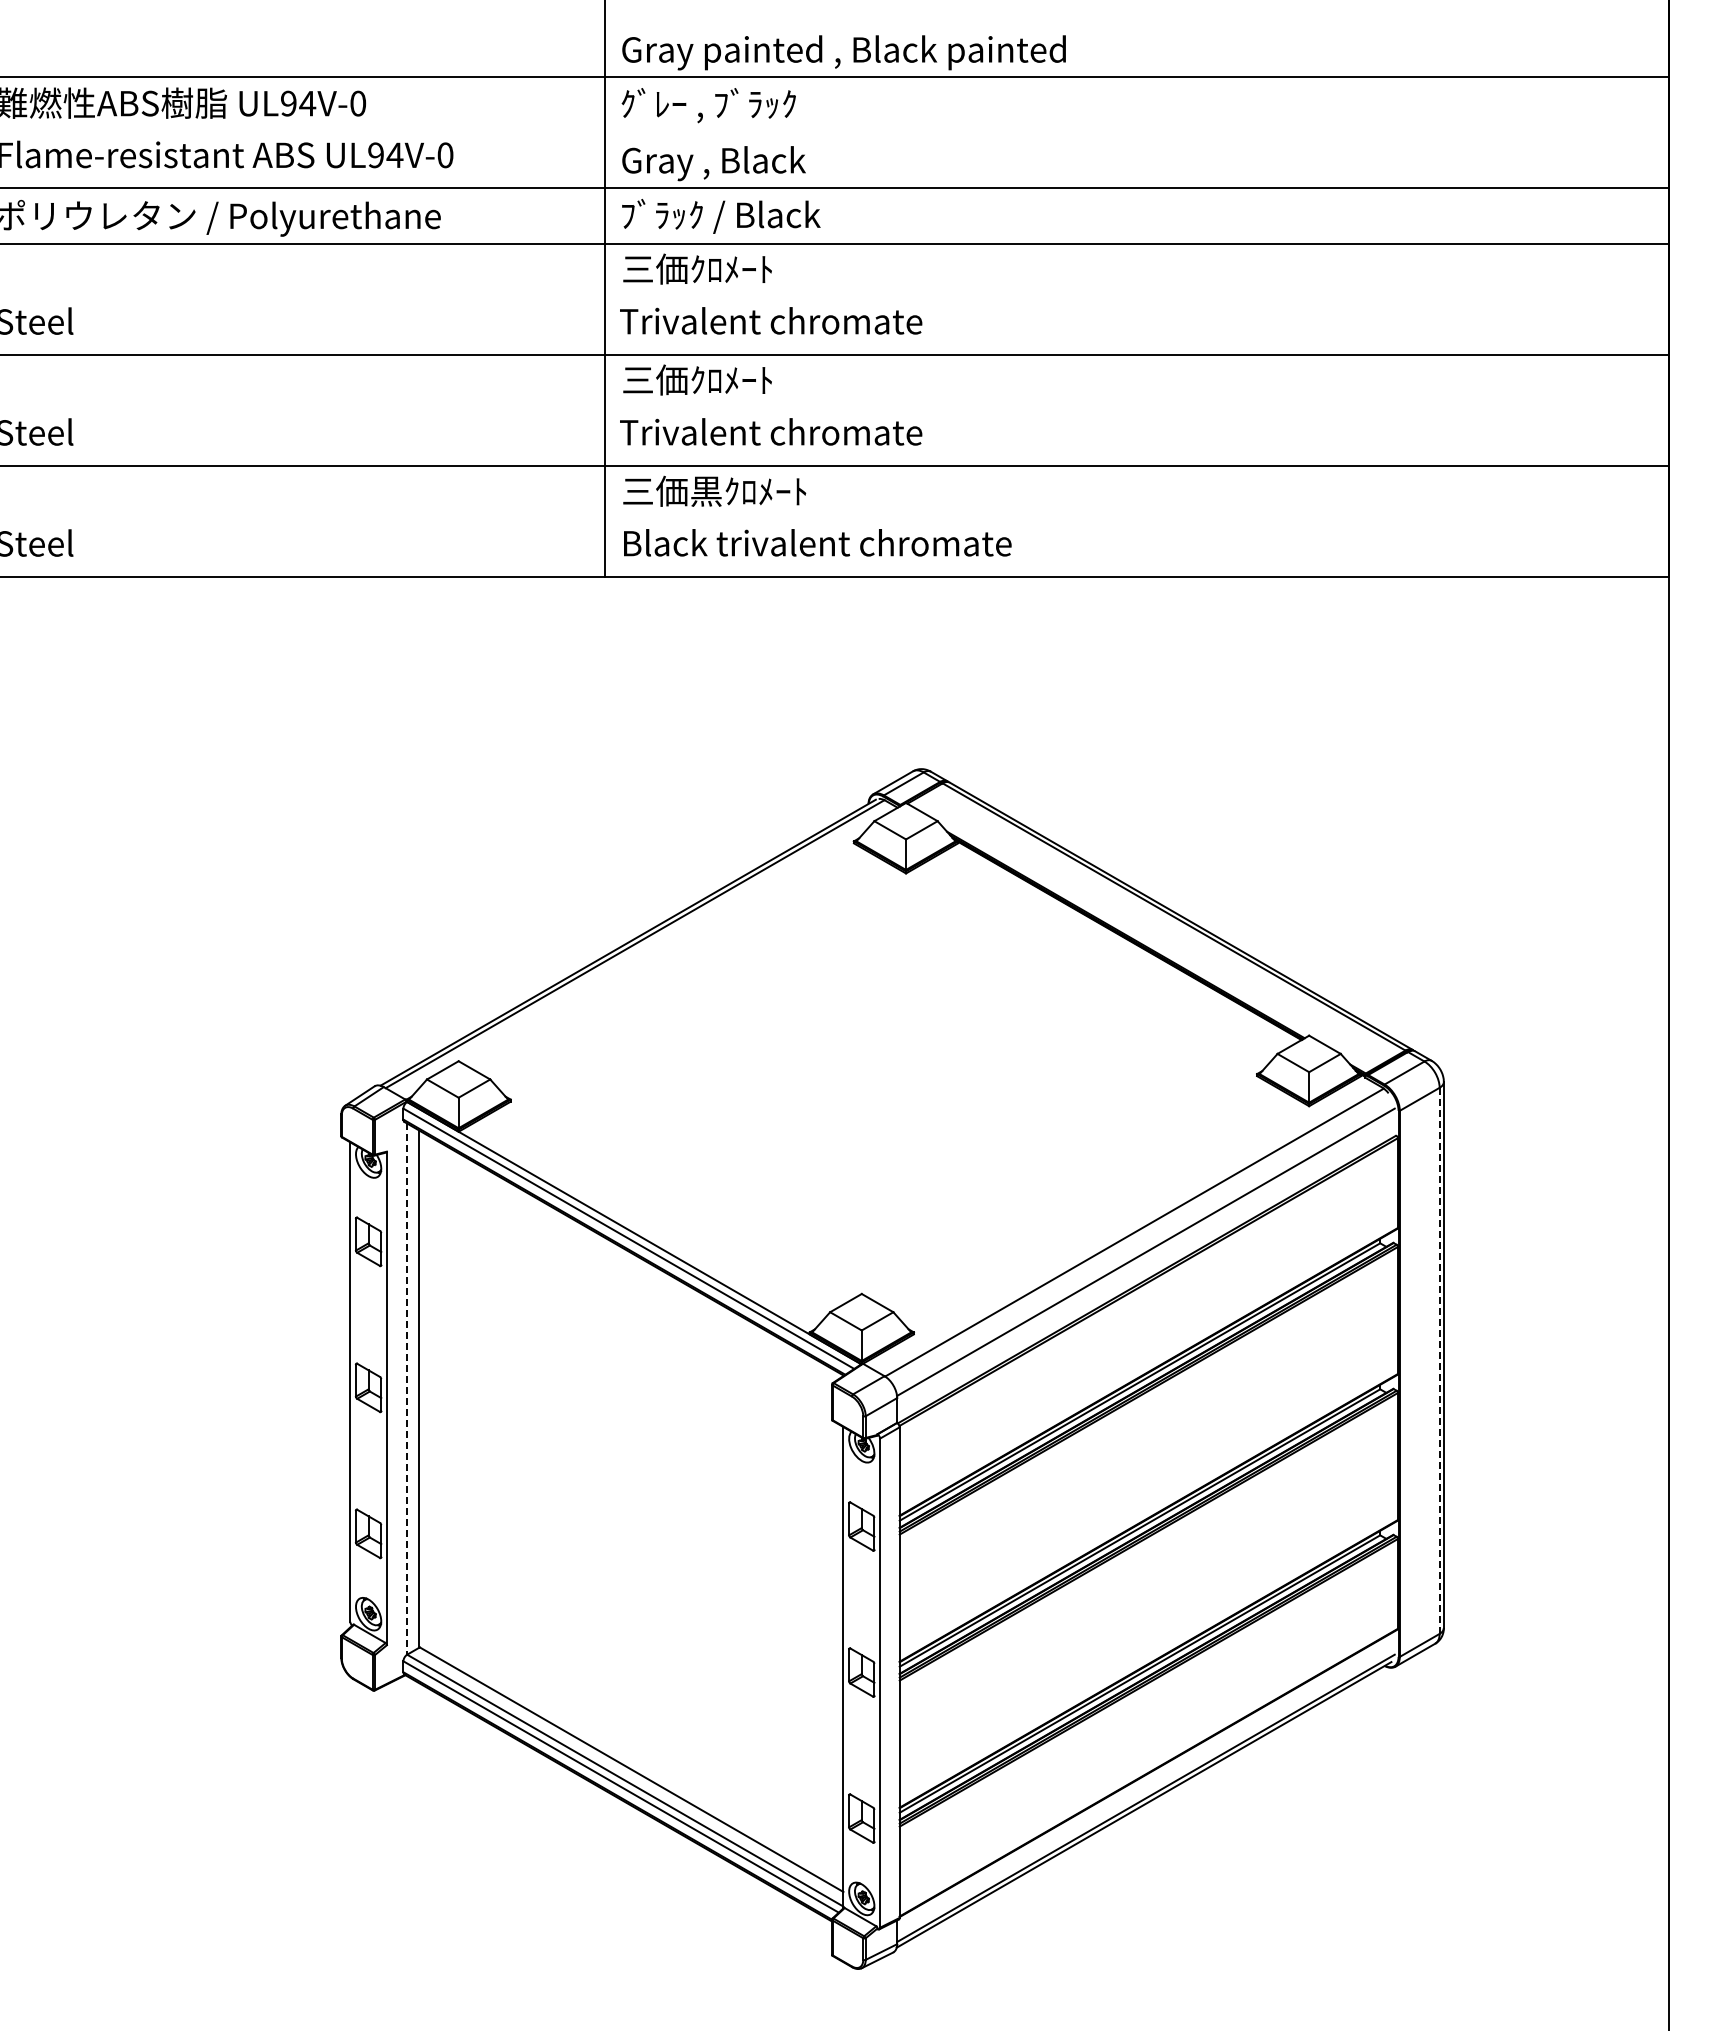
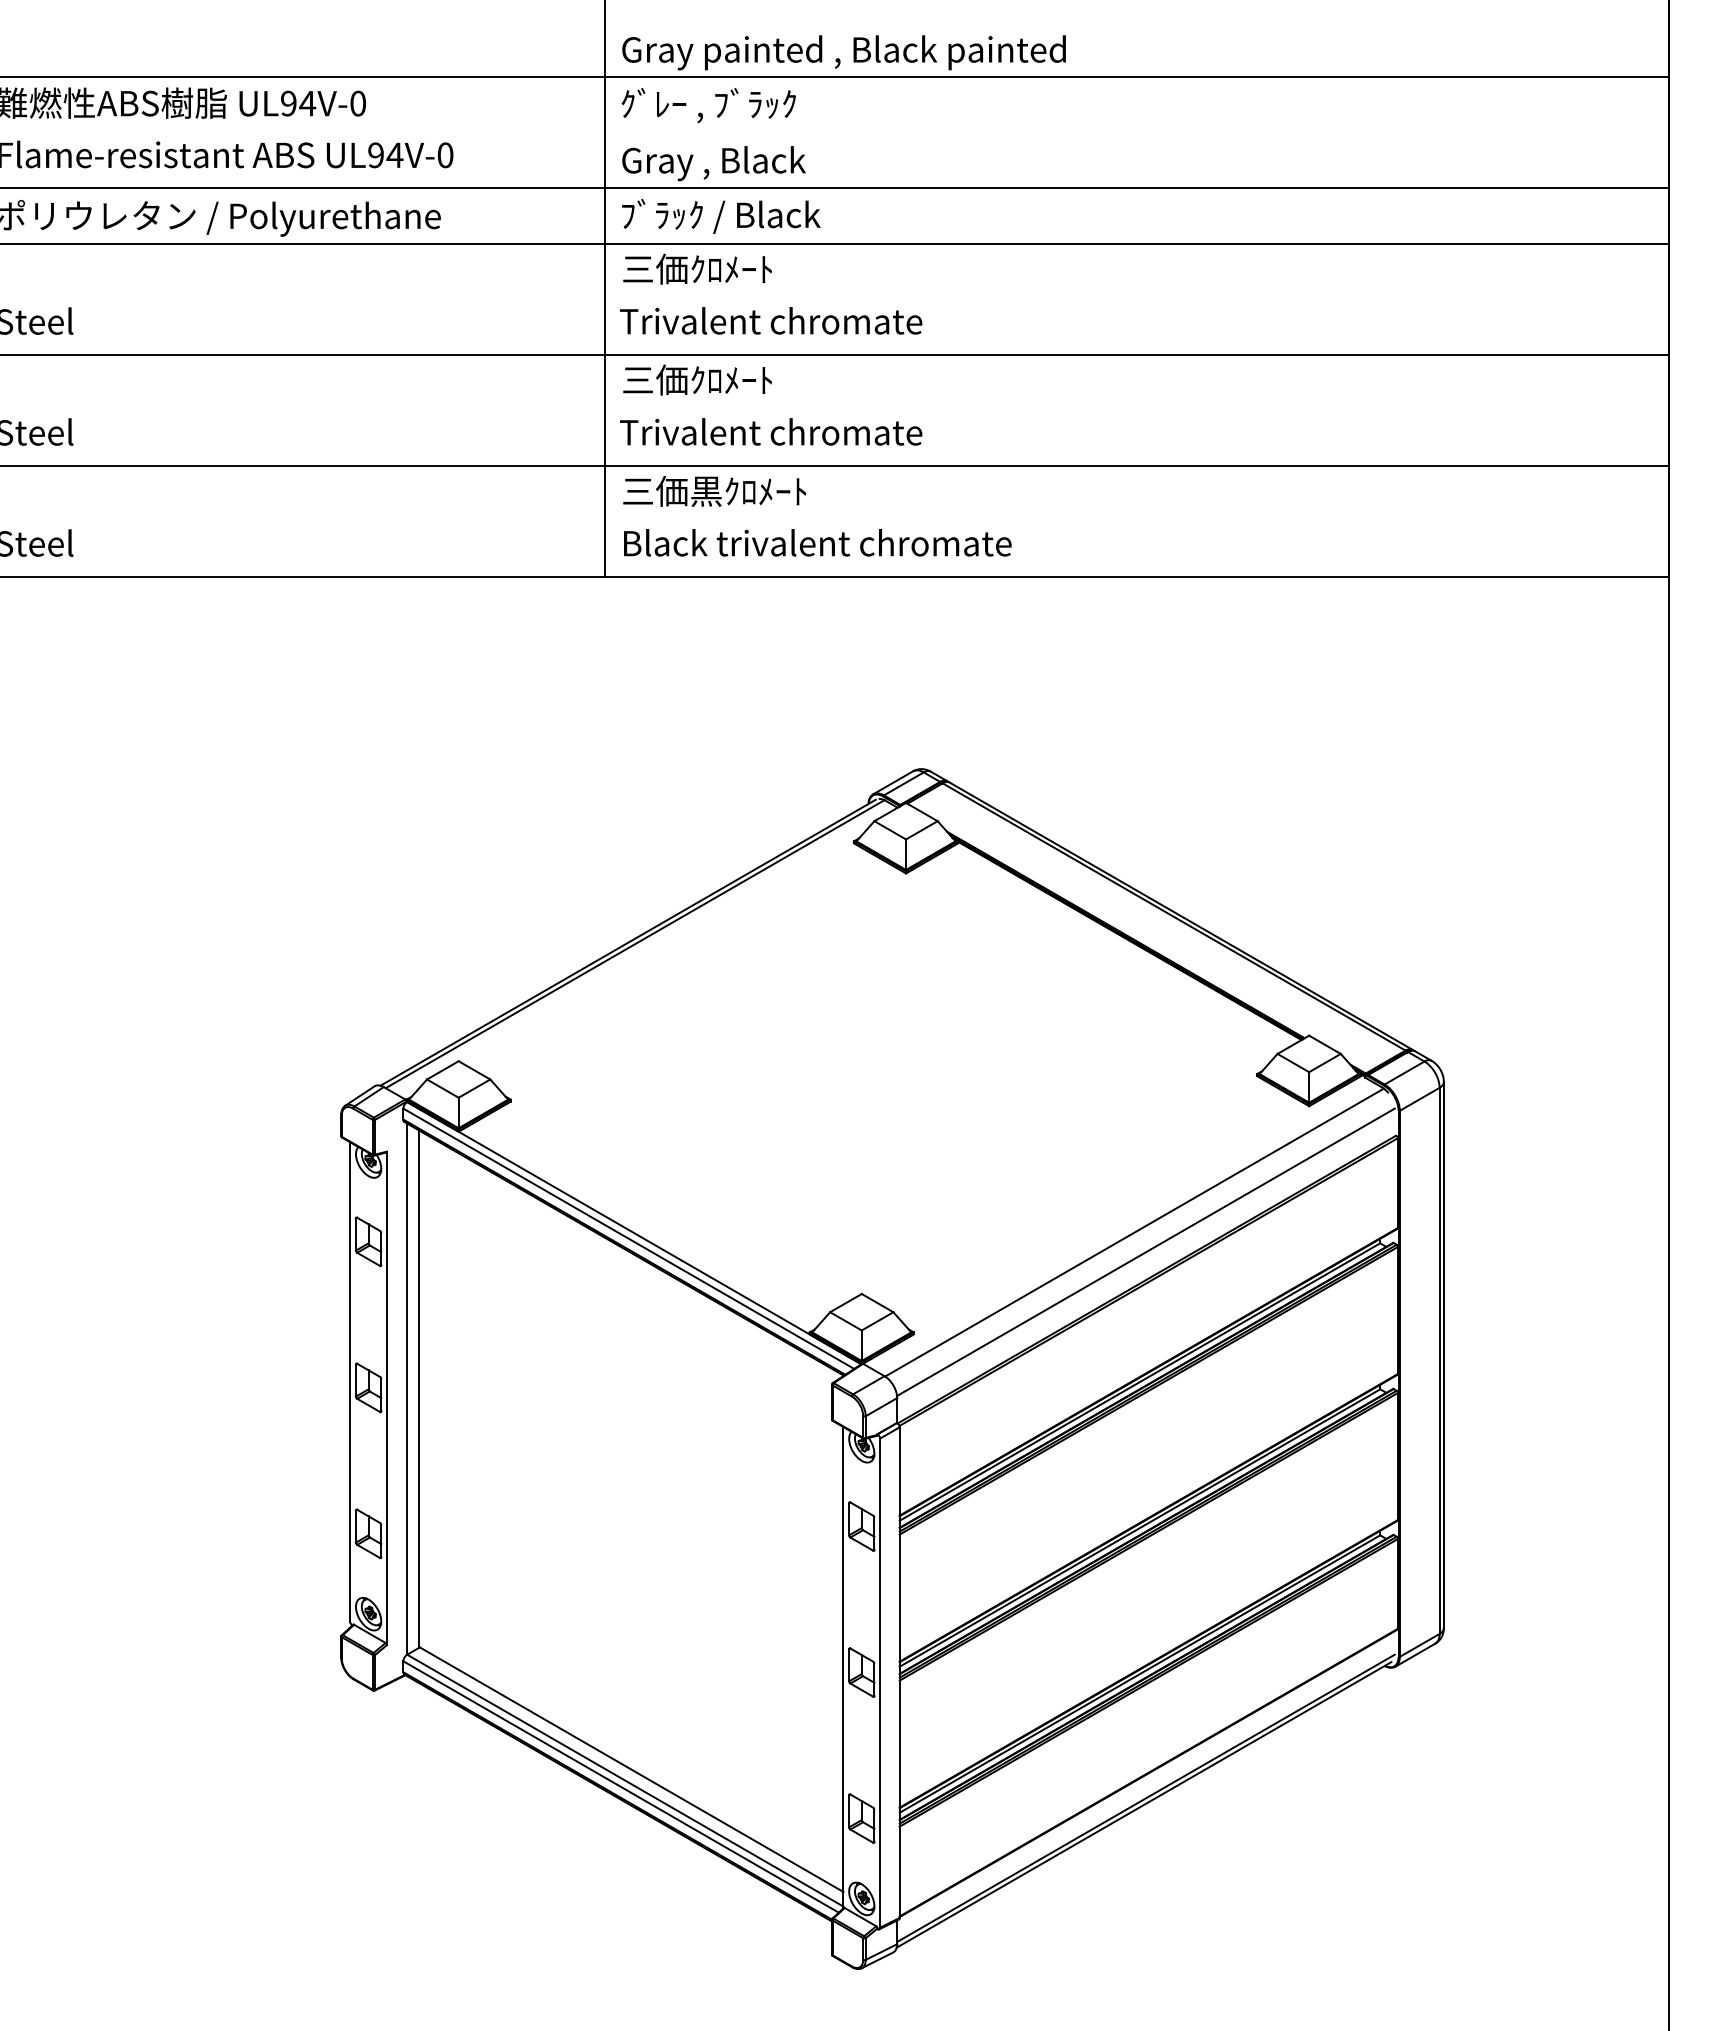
line at (1439, 1361): dashed -> solid
line at (406, 1389): dashed -> solid
